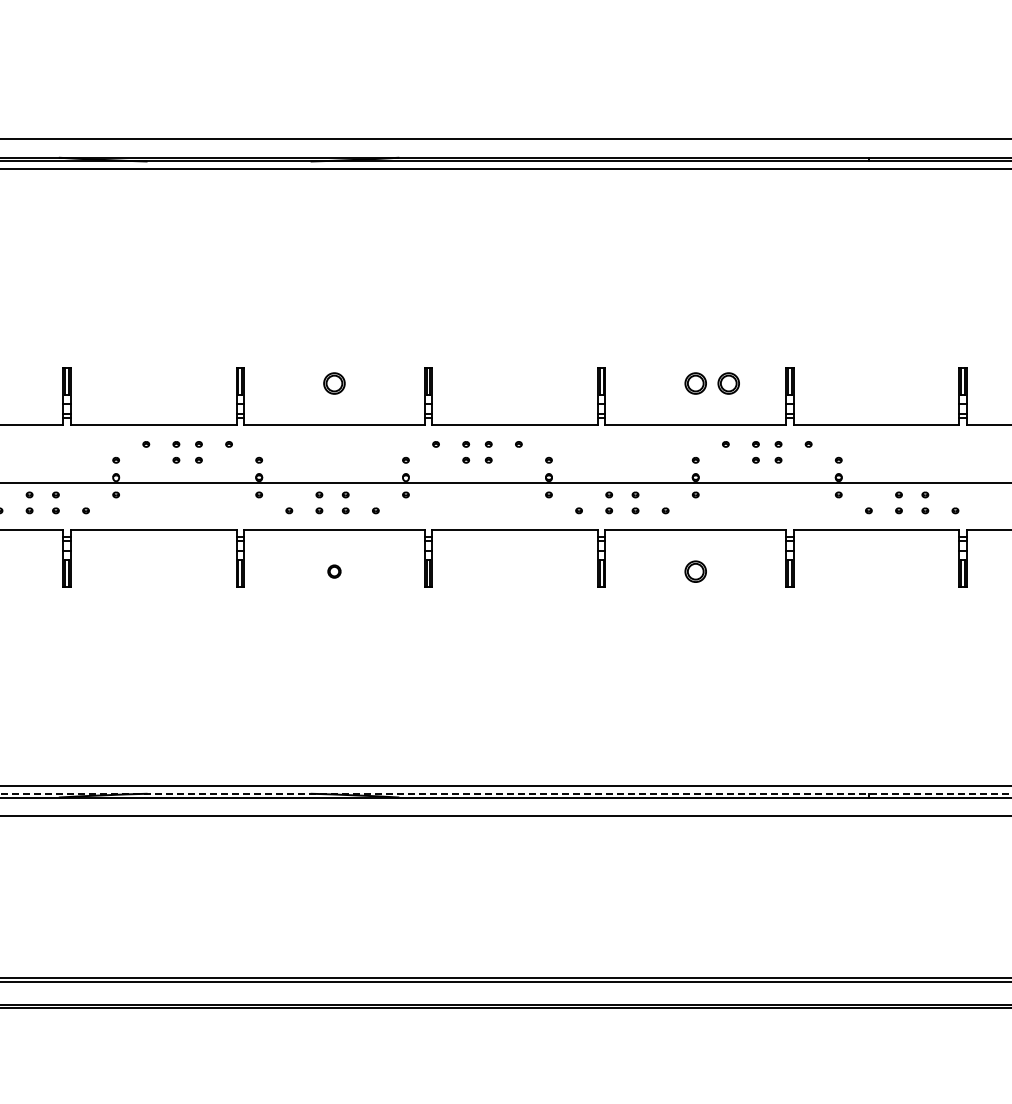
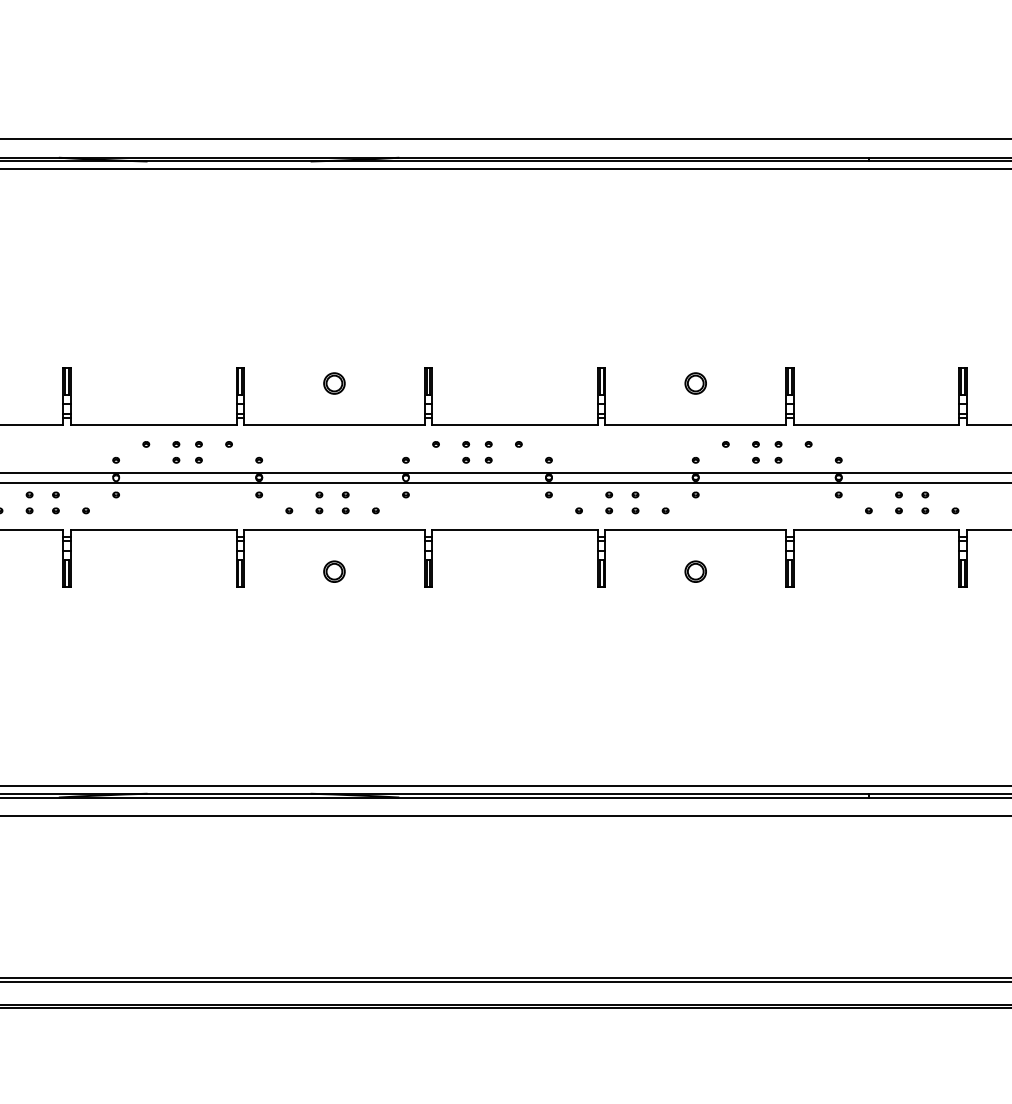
part at (728, 383): present -> none
line at (505, 472): none -> present
part at (334, 571) size: 15x15 px -> 23x23 px
line at (505, 793): dashed -> solid
